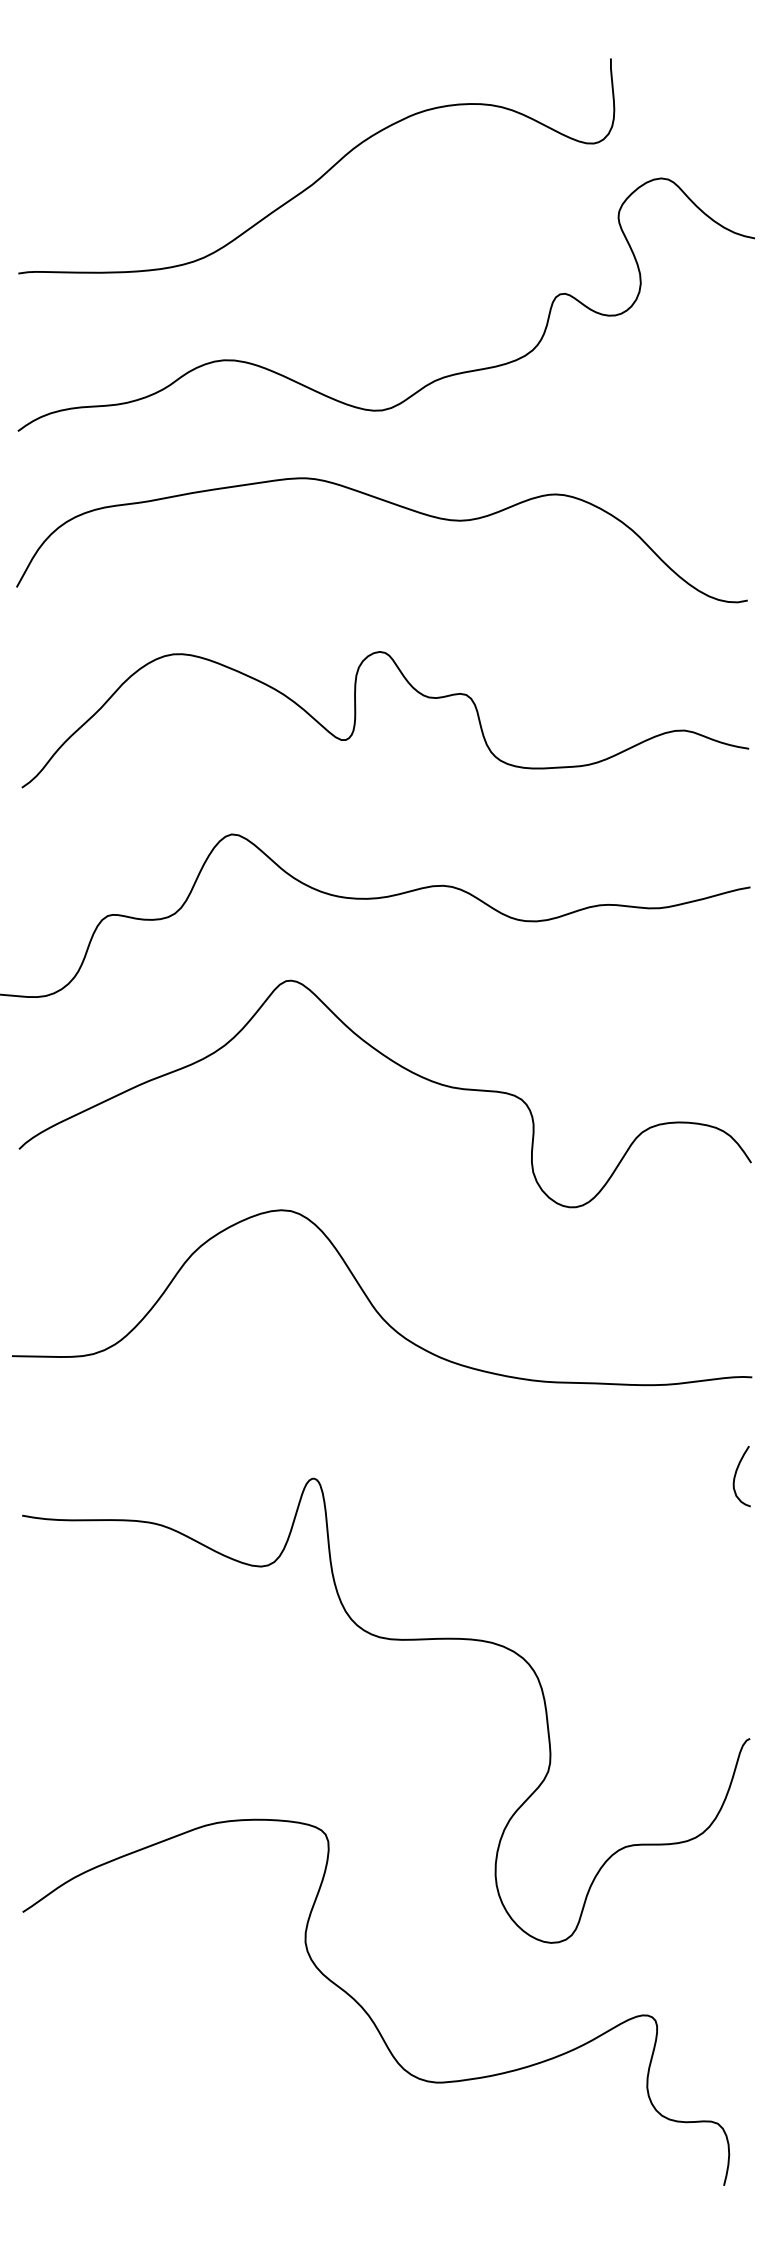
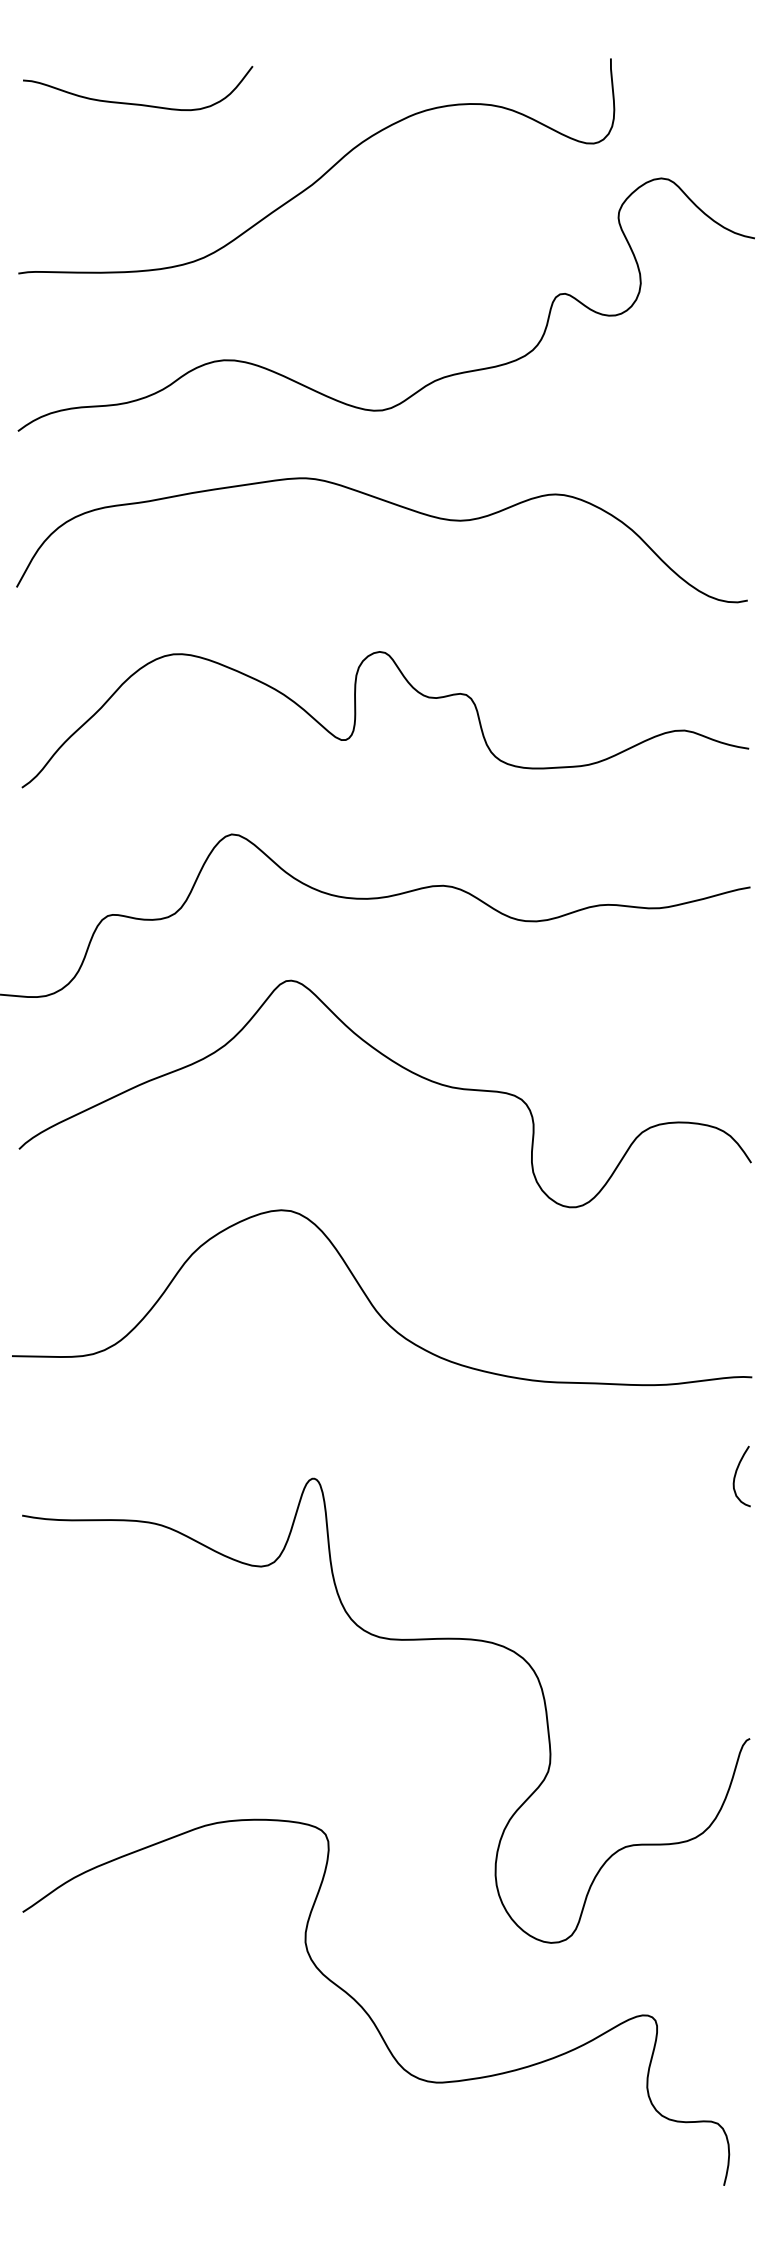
curve at (138, 103): none -> present
